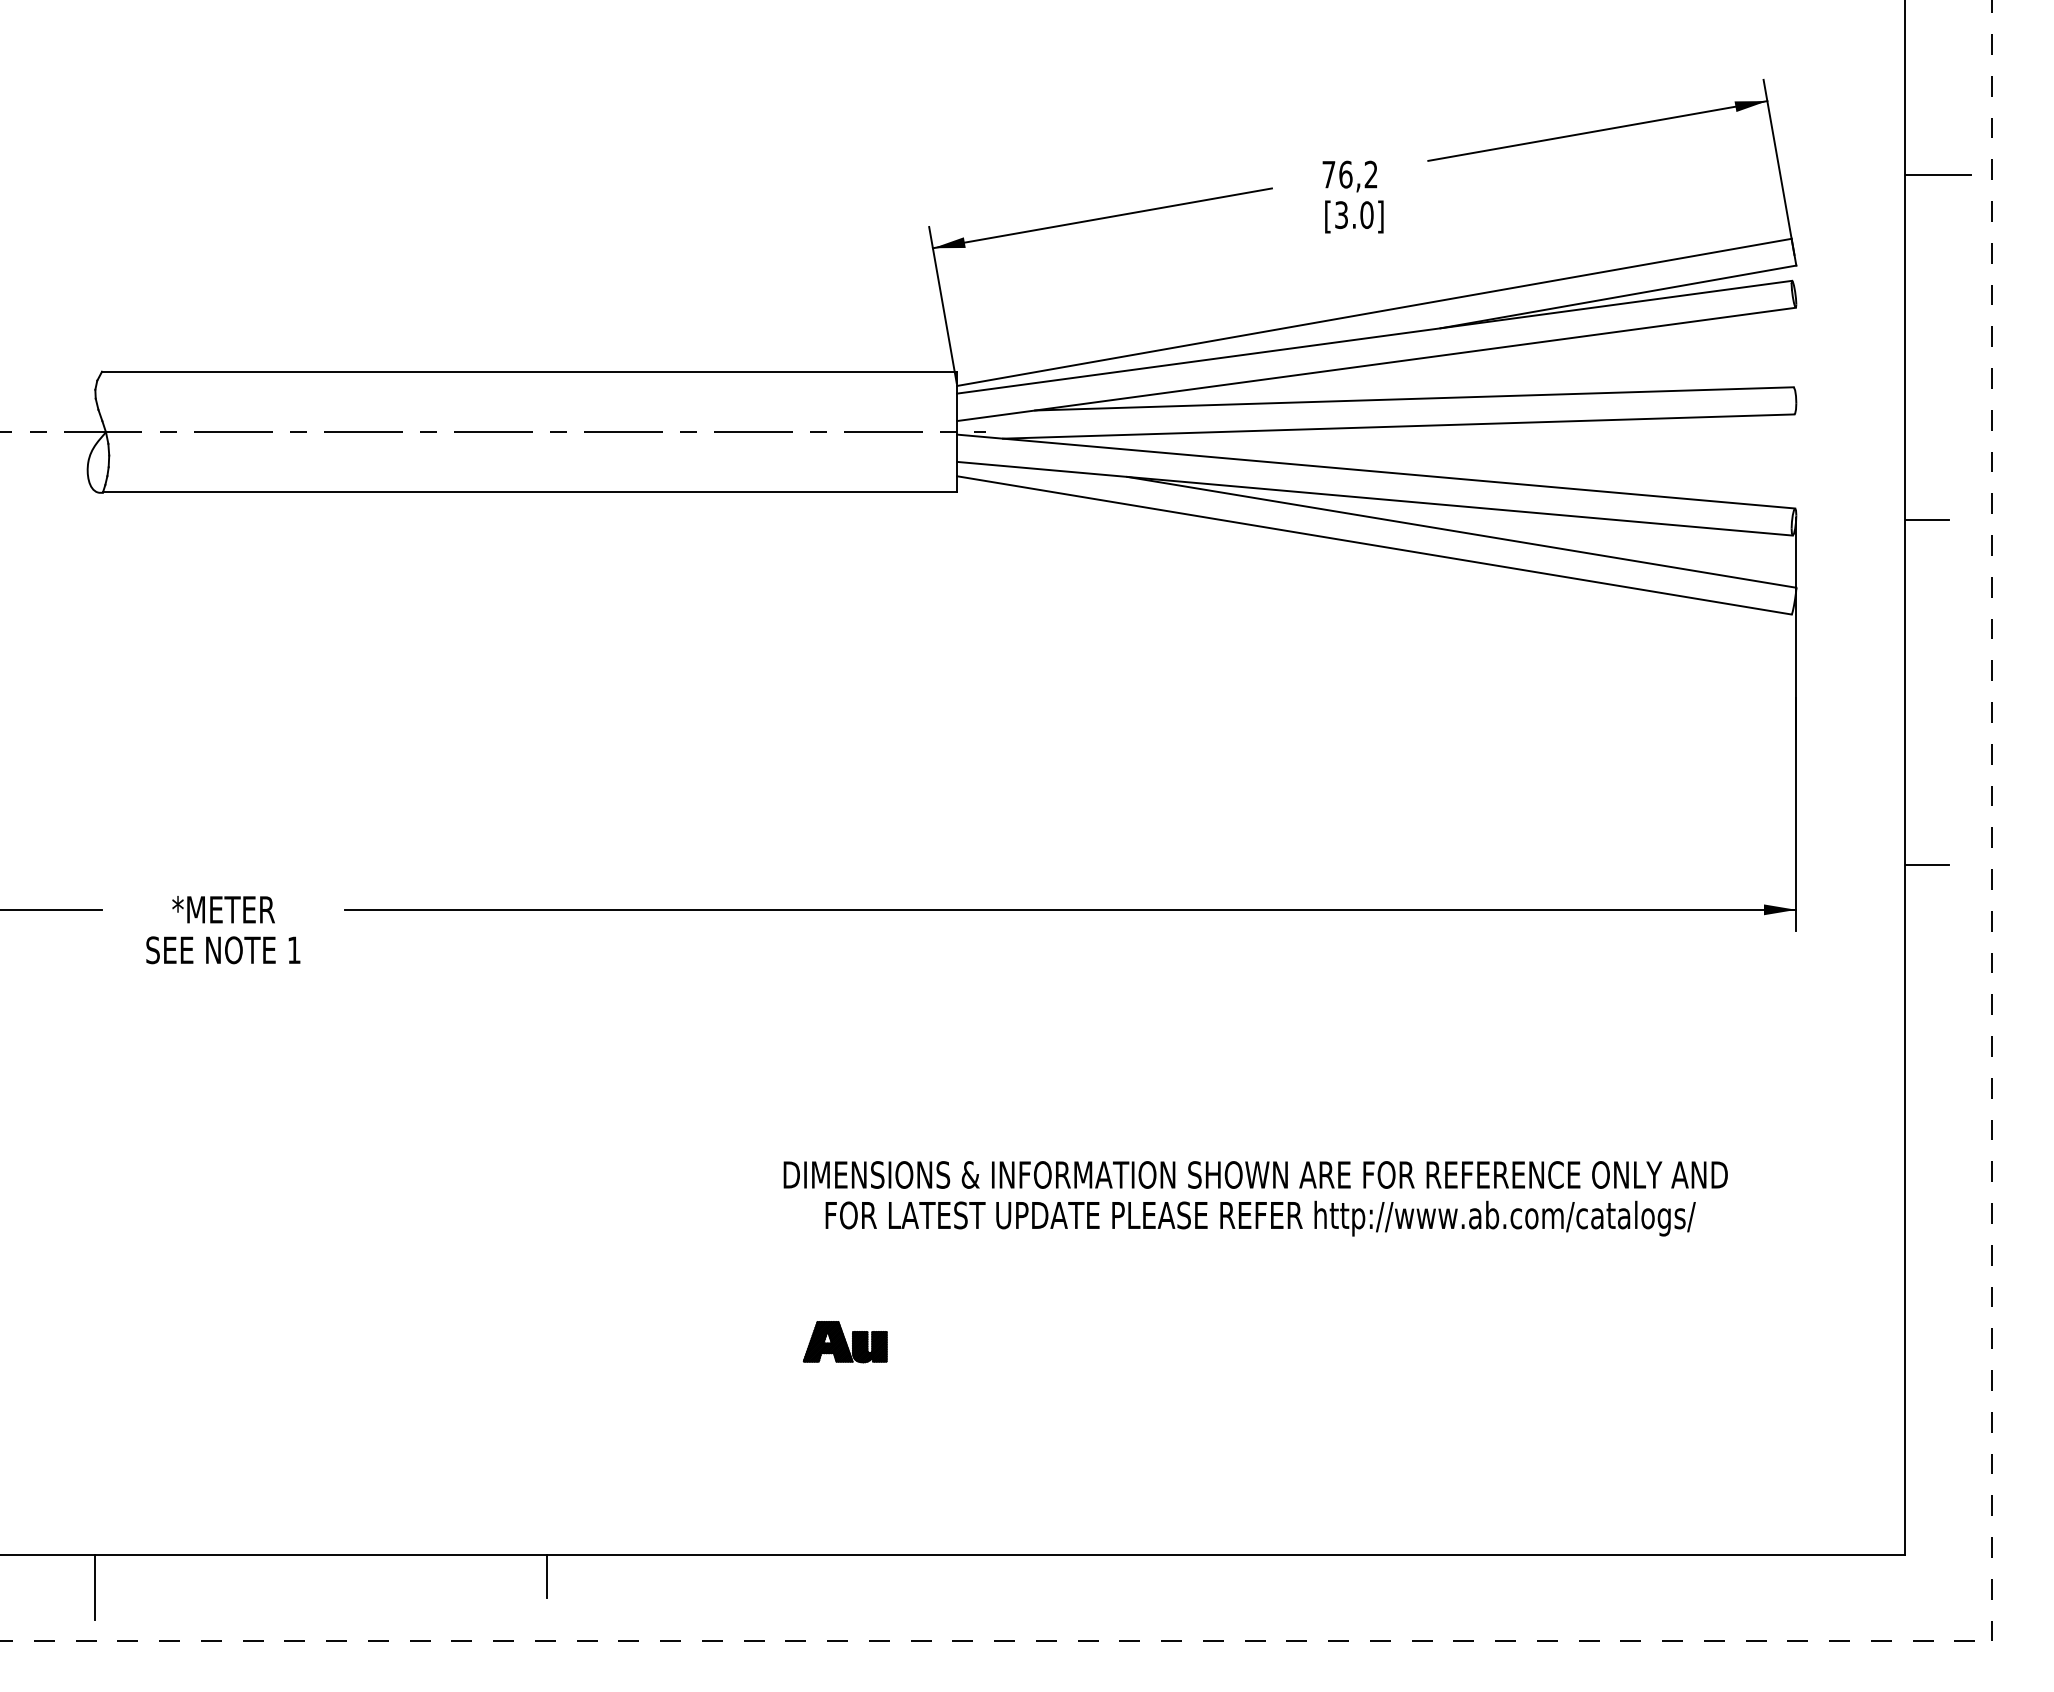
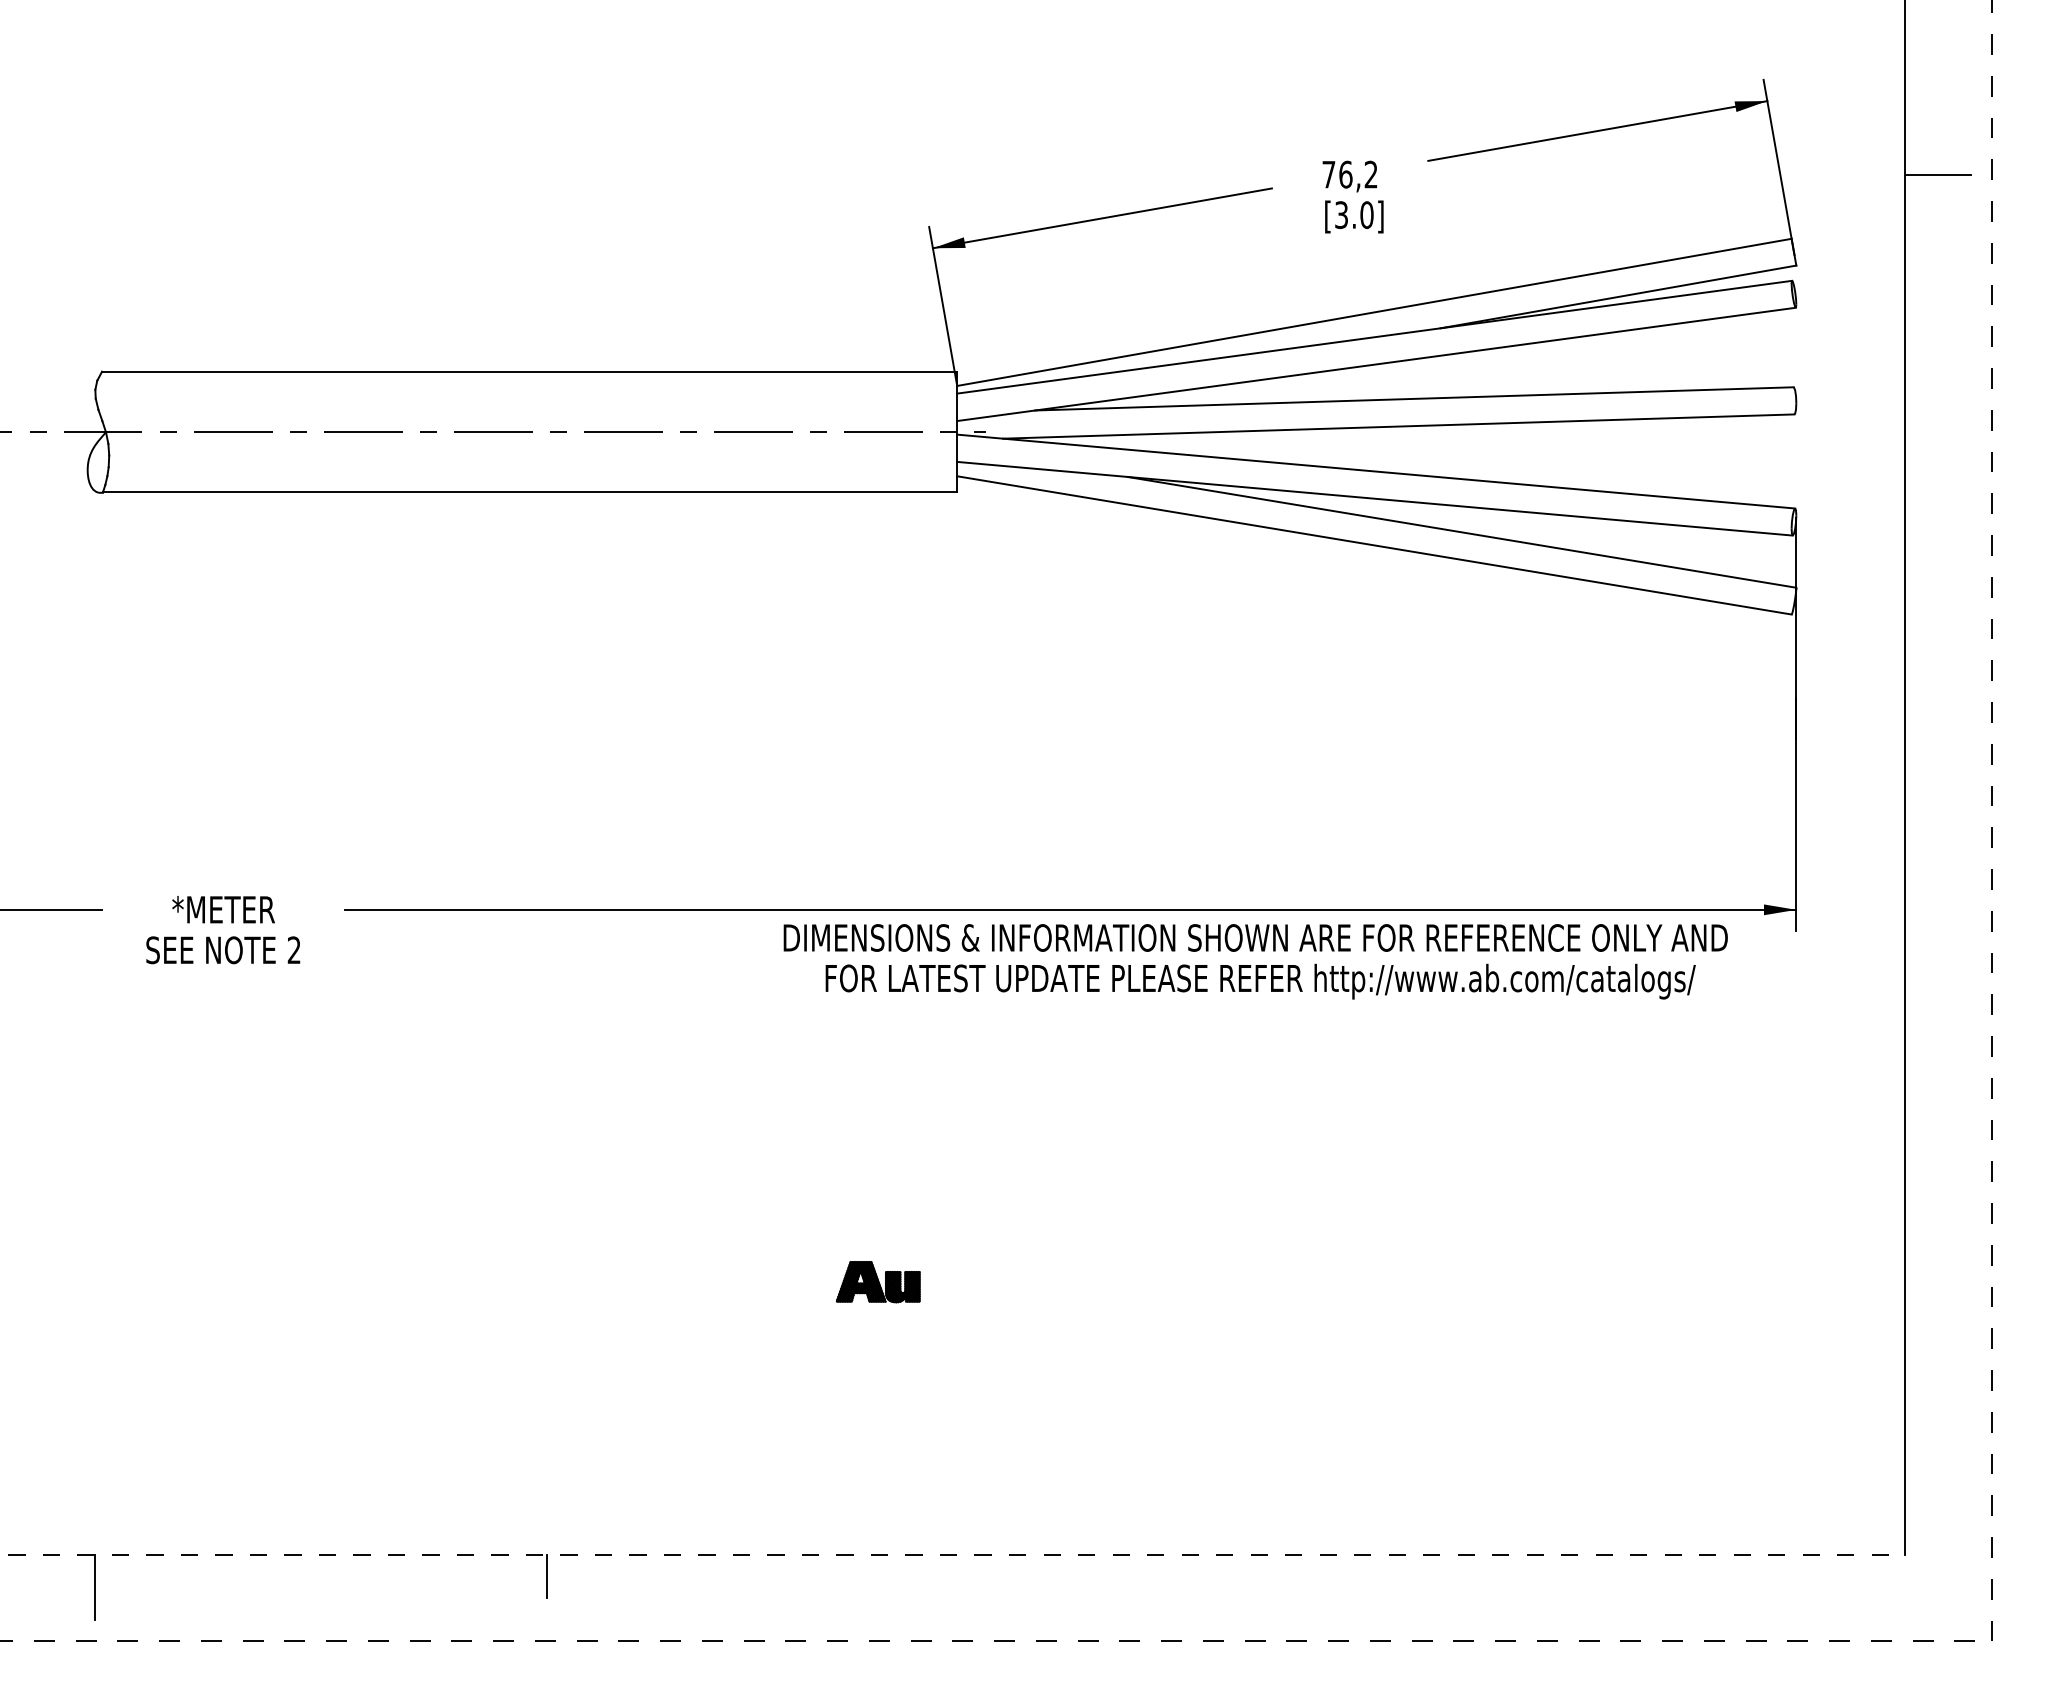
line at (1927, 520): present -> none
line at (1927, 865): present -> none
text at (293, 949): 1 -> 2
text at (1255, 1198) position: (1255, 1198) -> (1255, 961)
part at (844, 1342) position: (844, 1342) -> (877, 1282)
line at (953, 1555): solid -> dashed
